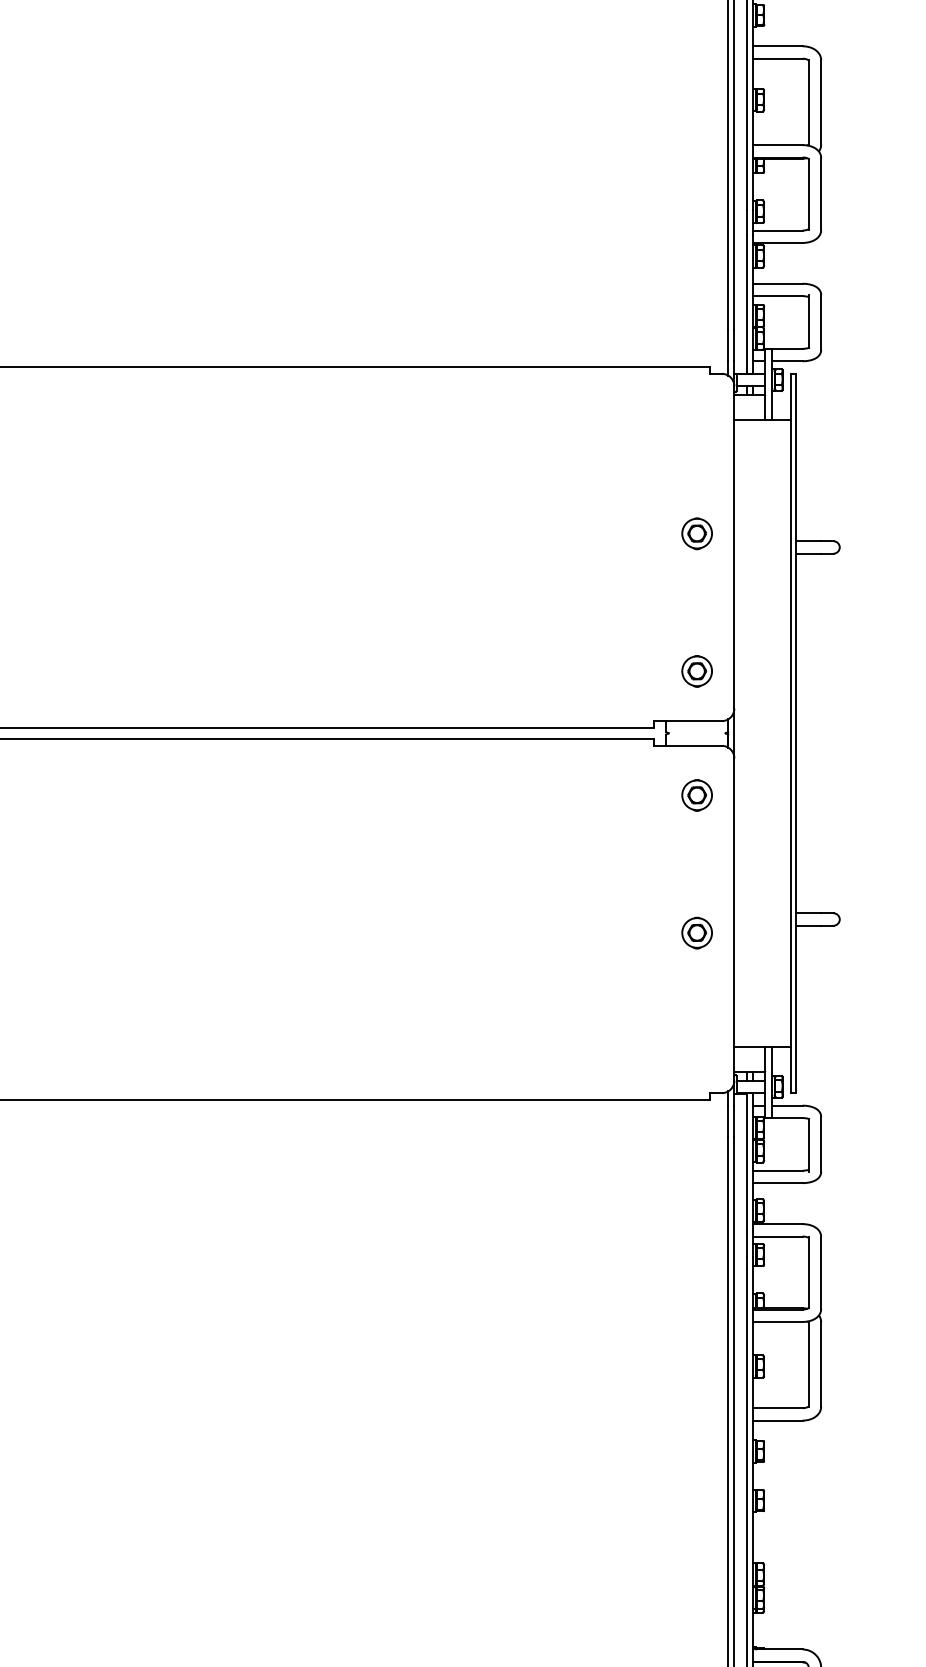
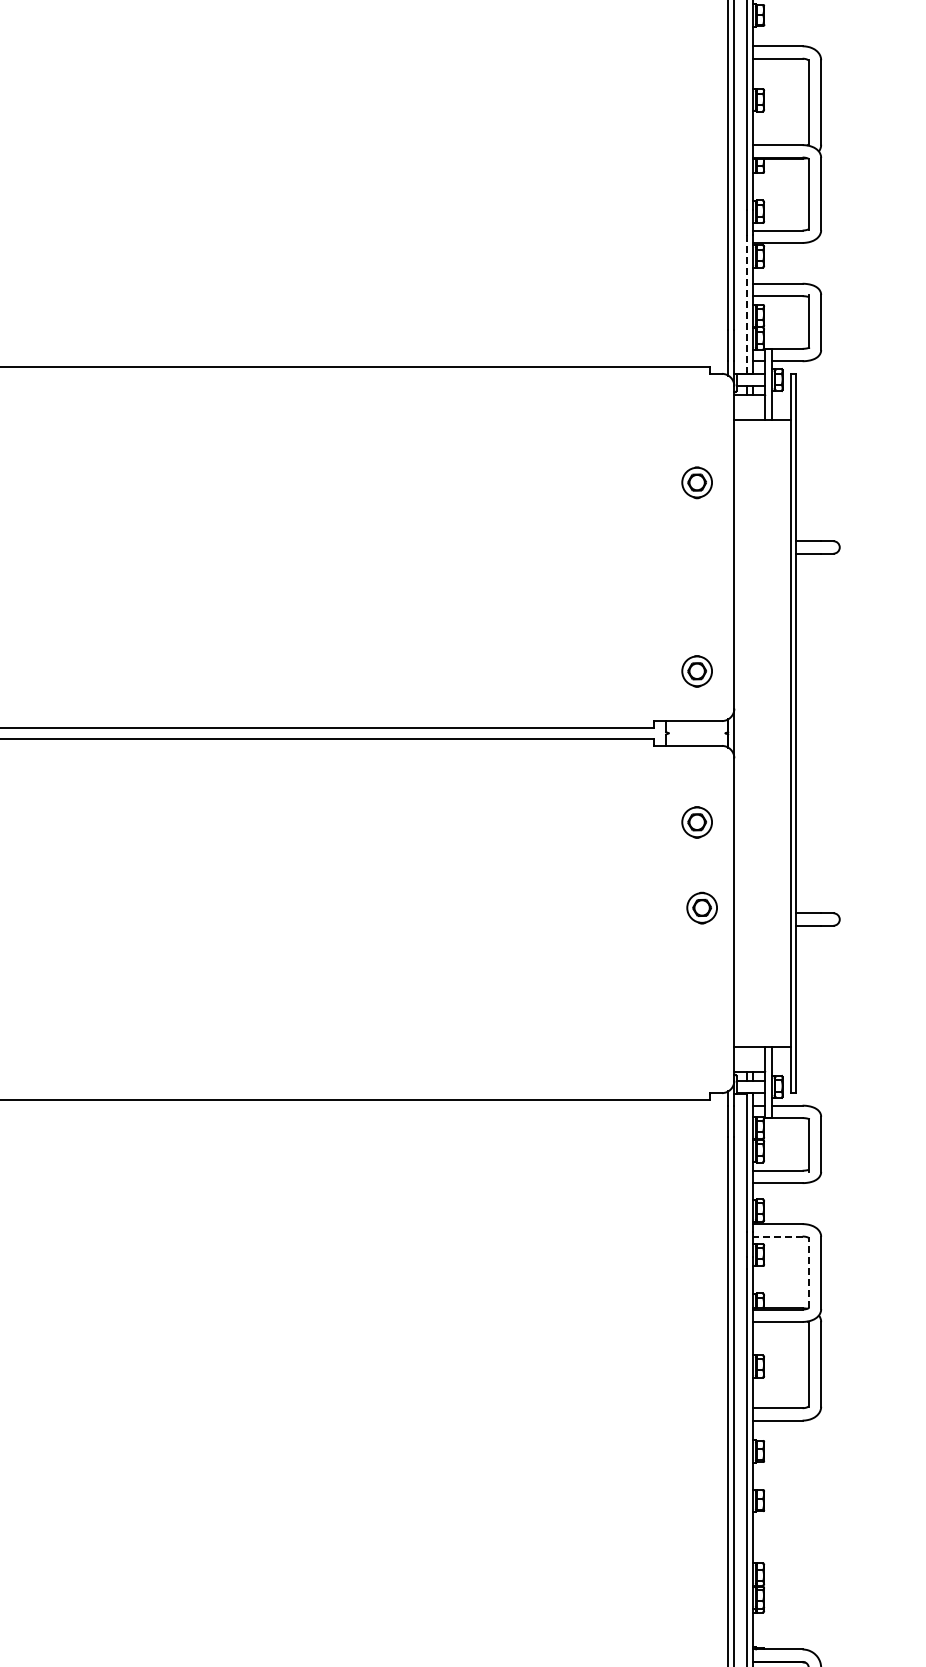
line at (746, 303): solid -> dashed
part at (696, 533) position: (696, 533) -> (696, 482)
part at (696, 795) position: (696, 795) -> (696, 822)
part at (696, 932) position: (696, 932) -> (701, 907)
line at (777, 1236): solid -> dashed
line at (808, 1272): solid -> dashed
